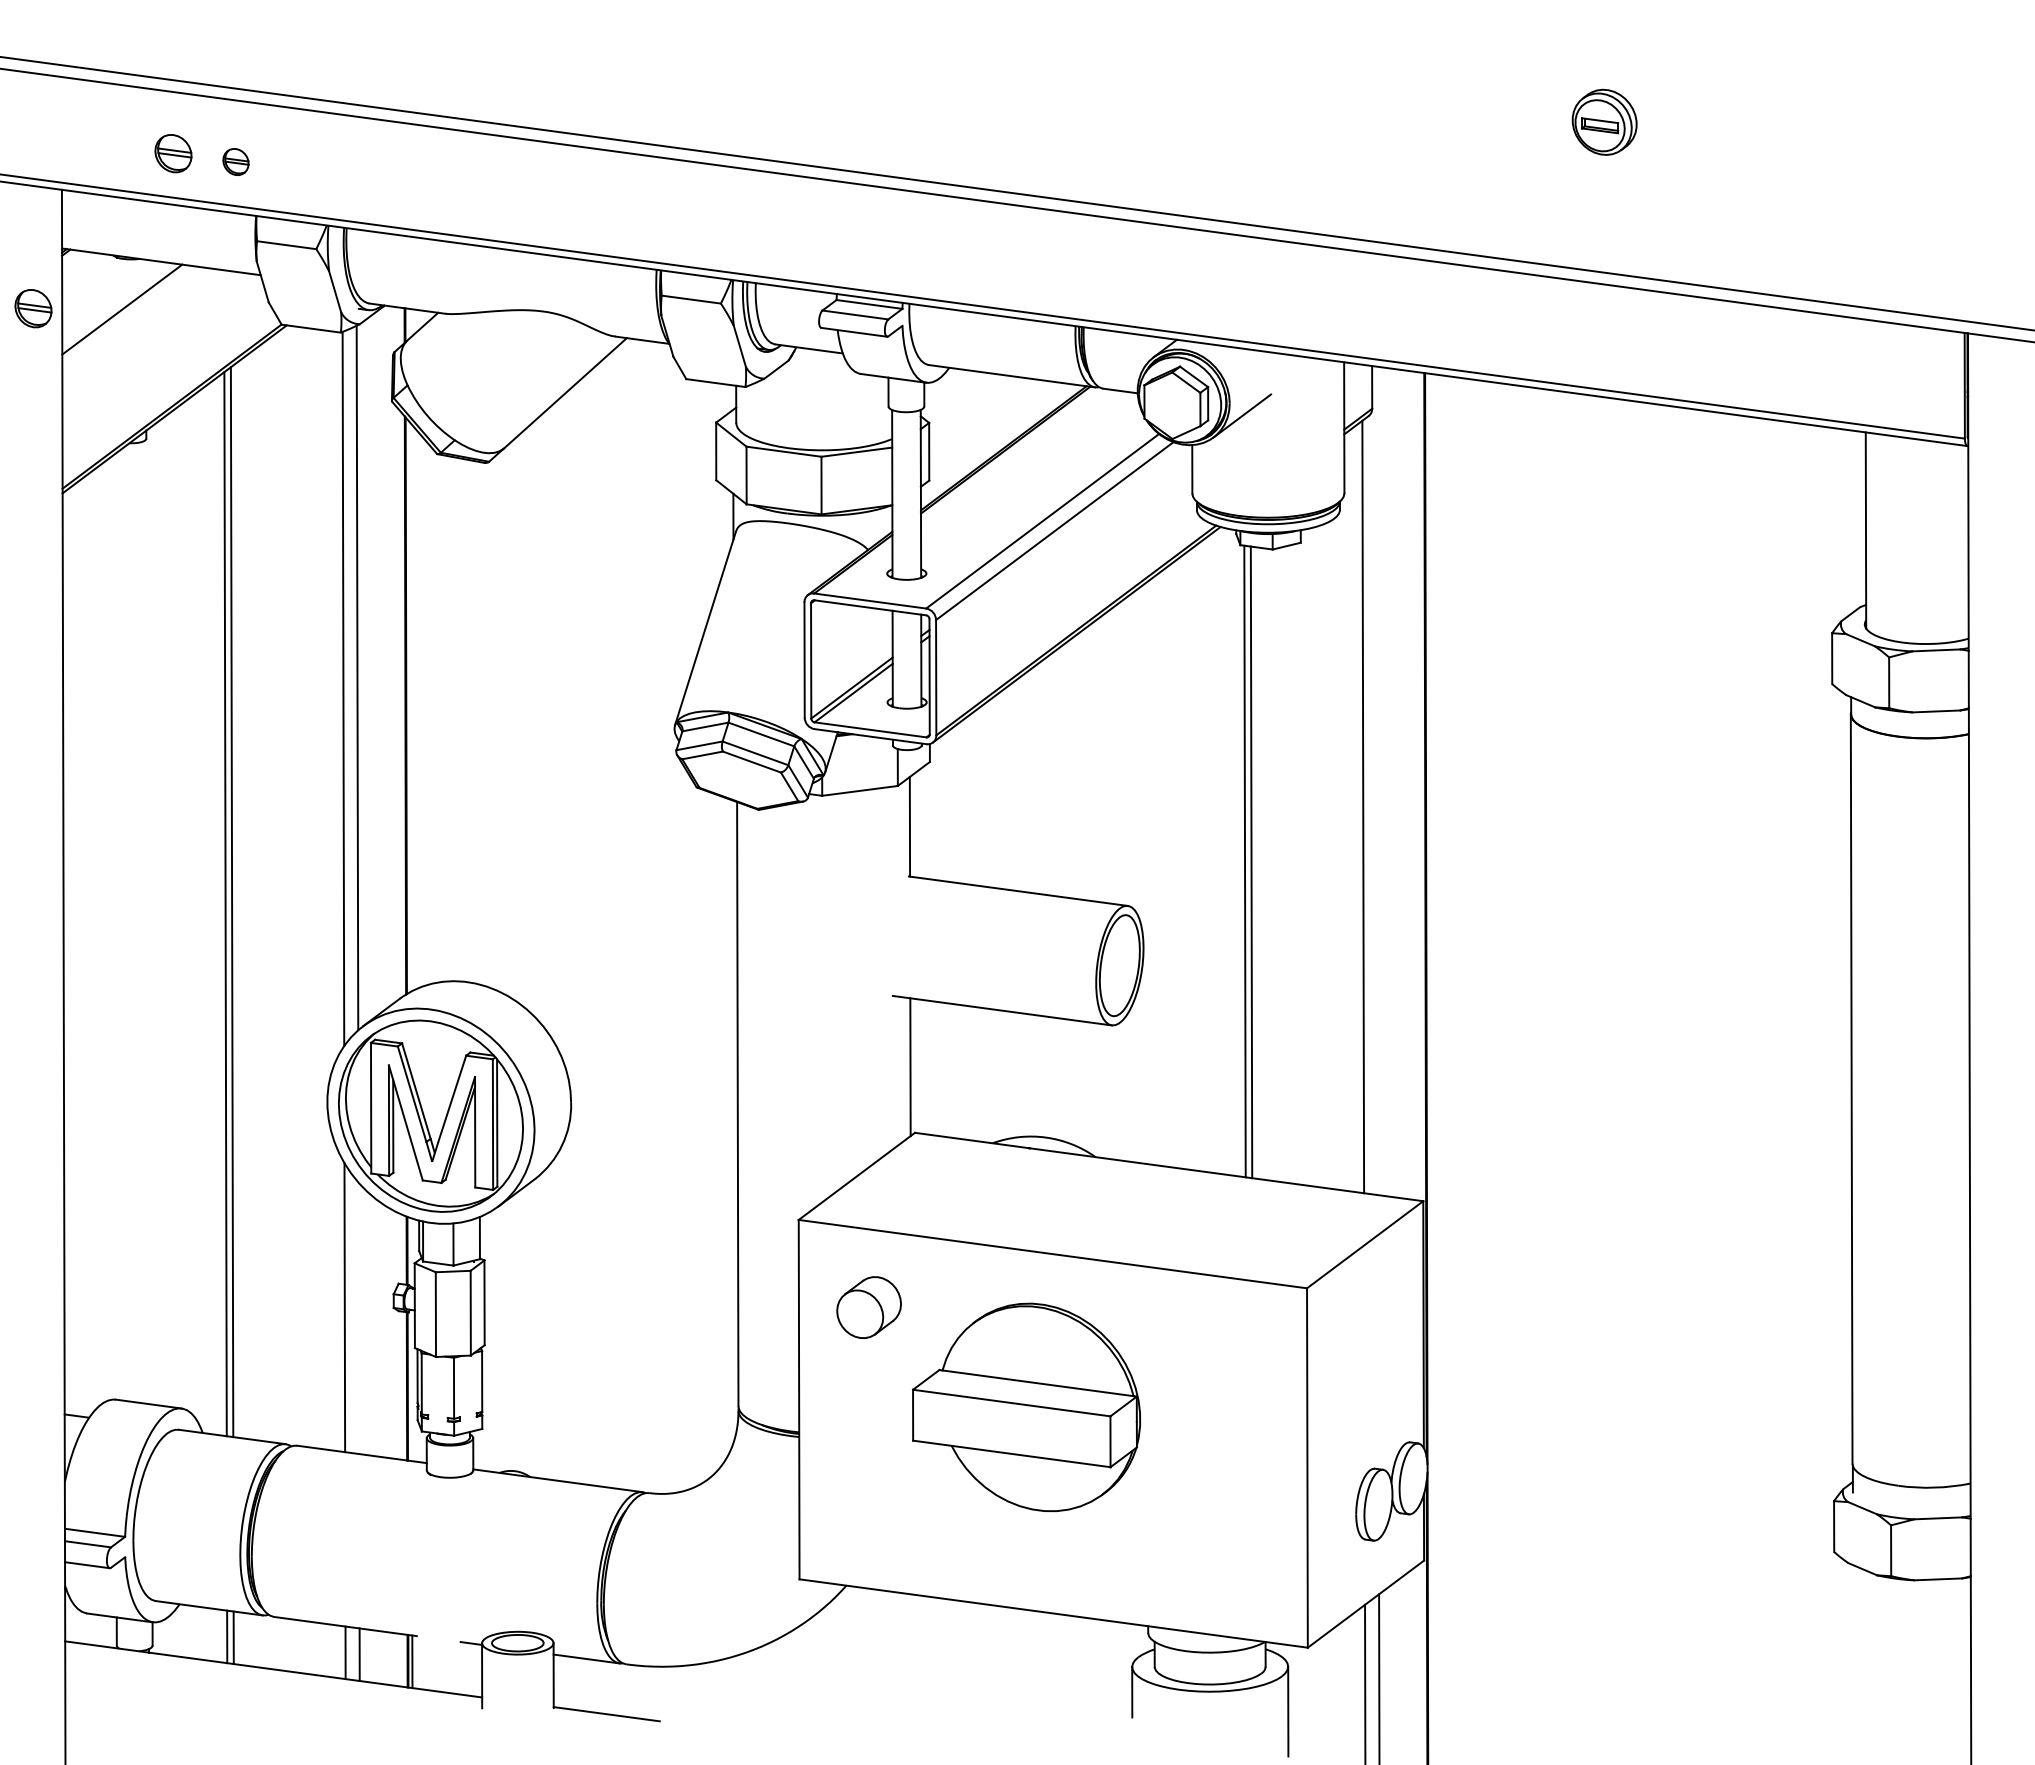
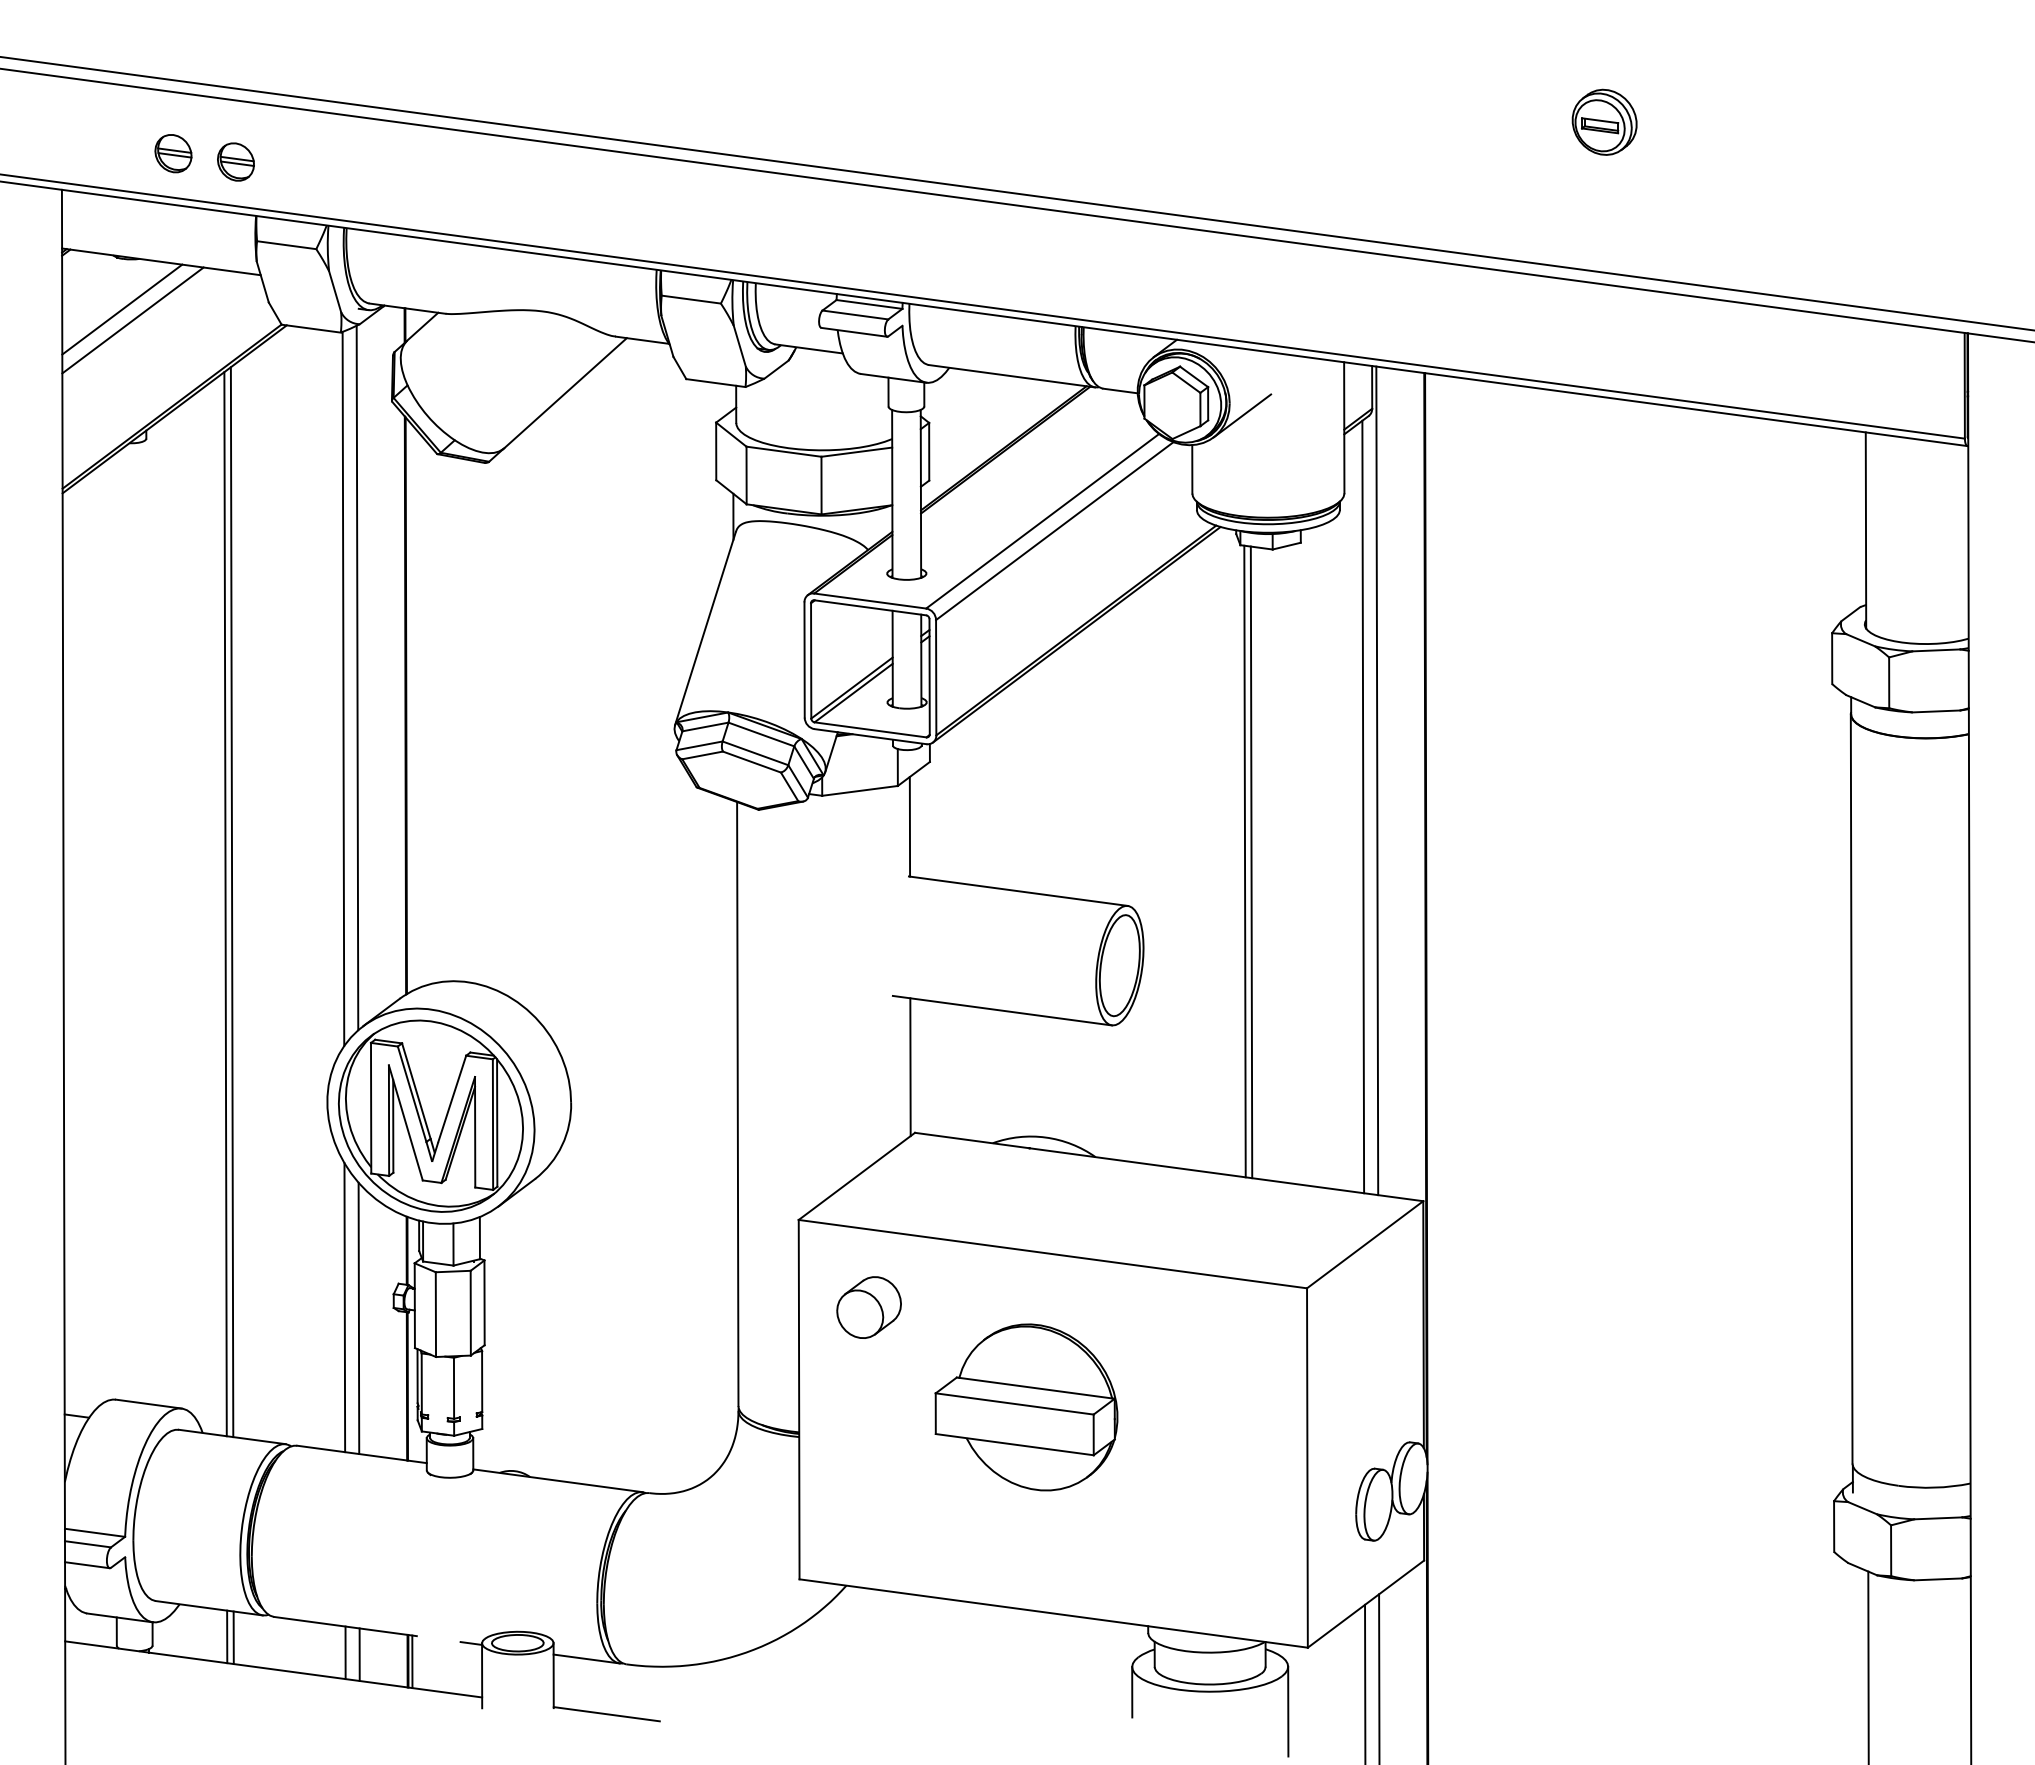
part at (235, 161) size: 28x28 px -> 38x40 px
part at (33, 308): present -> none
line at (132, 320): none -> present
line at (1377, 780): none -> present
line at (358, 1318): none -> present
part at (1026, 1406) size: 229x210 px -> 185x169 px
line at (1868, 1666): none -> present
